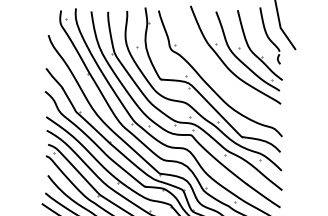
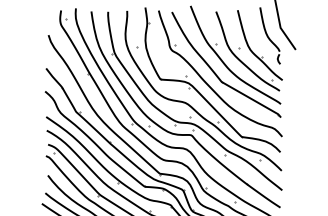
part at (216, 73): none -> present
